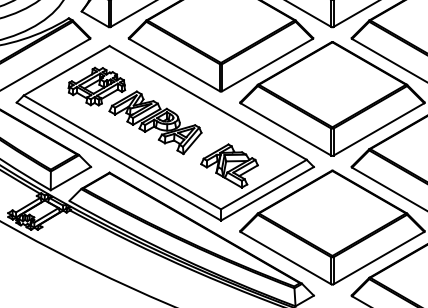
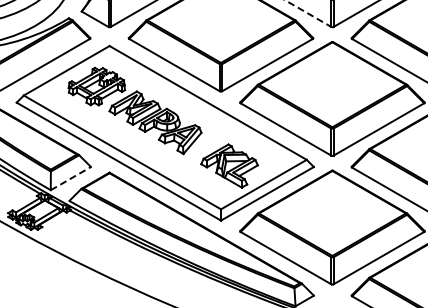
line at (308, 13): solid -> dashed
line at (71, 178): solid -> dashed
